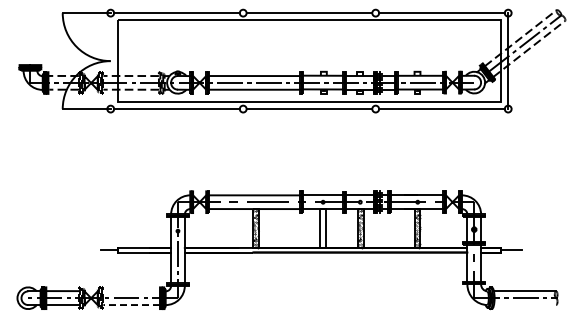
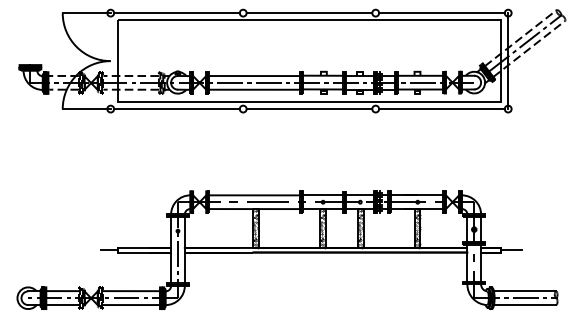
hatch at (323, 228): none -> present
line at (131, 291): none -> present
line at (131, 305): dashed -> solid
line at (524, 305): none -> present
